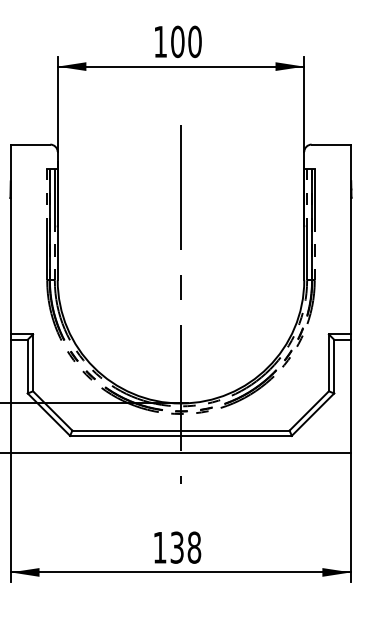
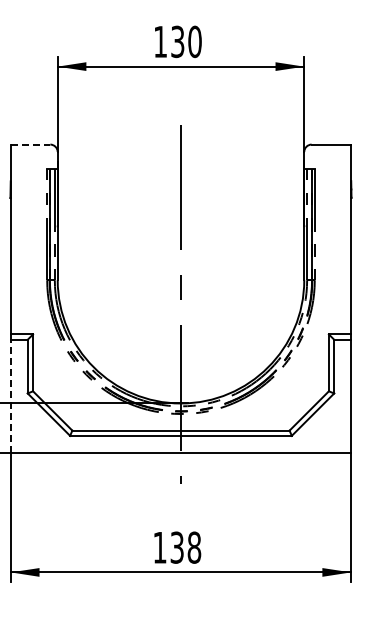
text at (177, 41): 100 -> 130
line at (30, 144): solid -> dashed
line at (10, 396): solid -> dashed
